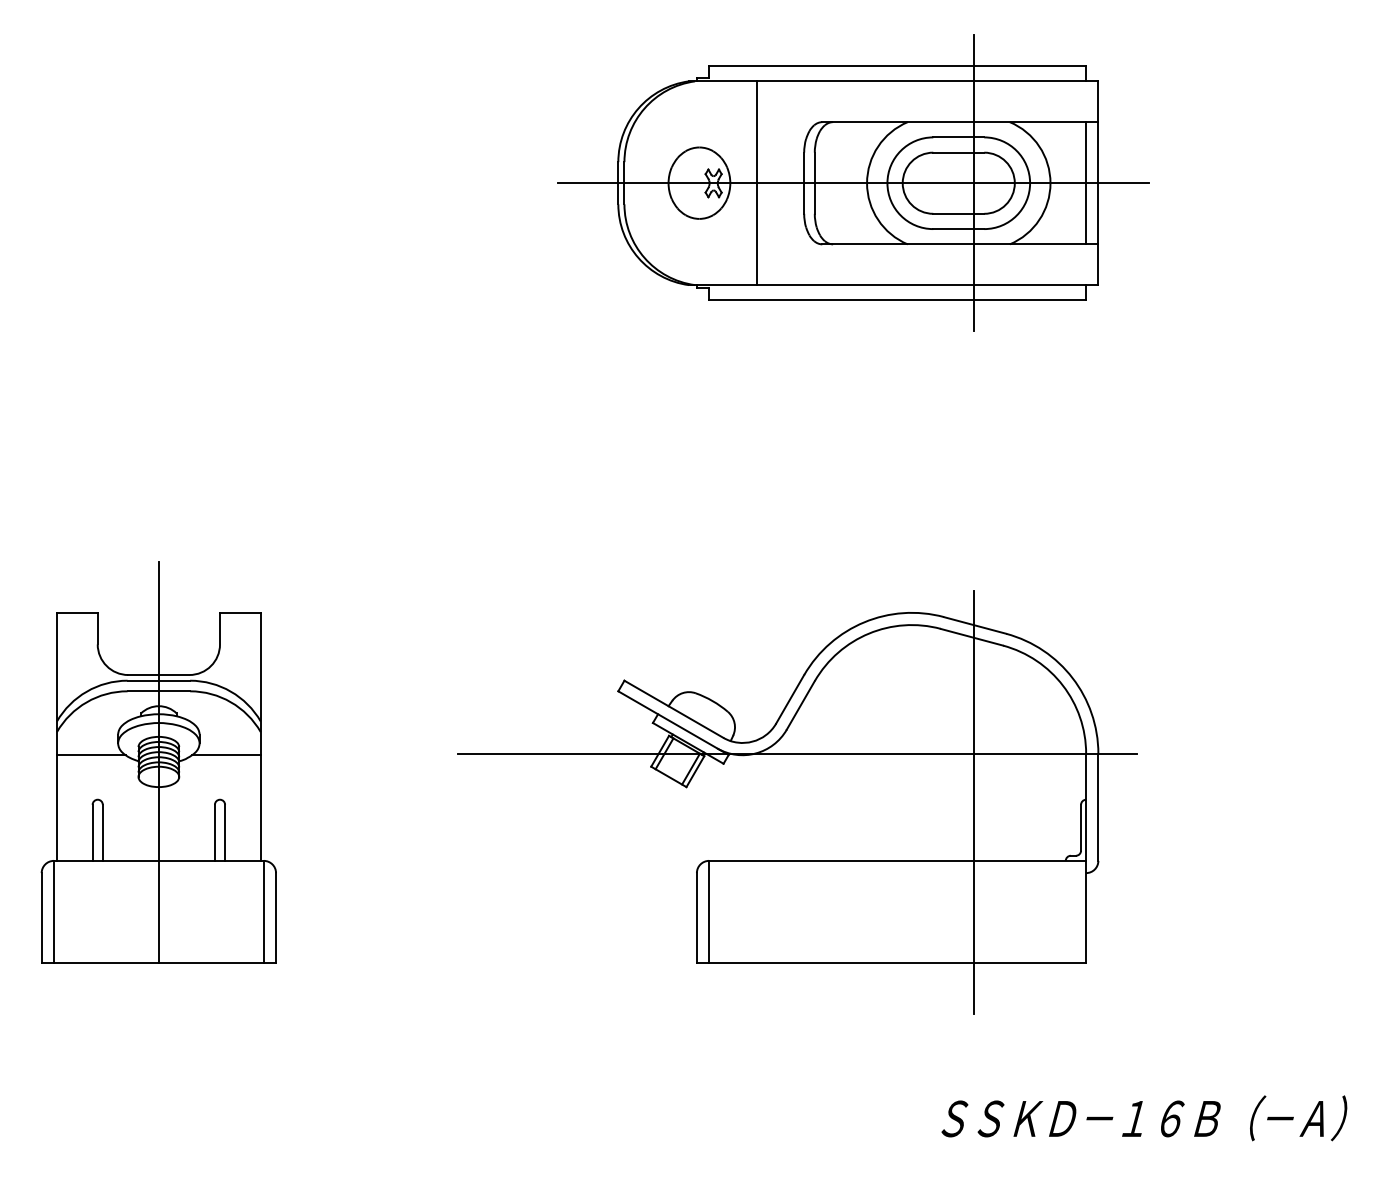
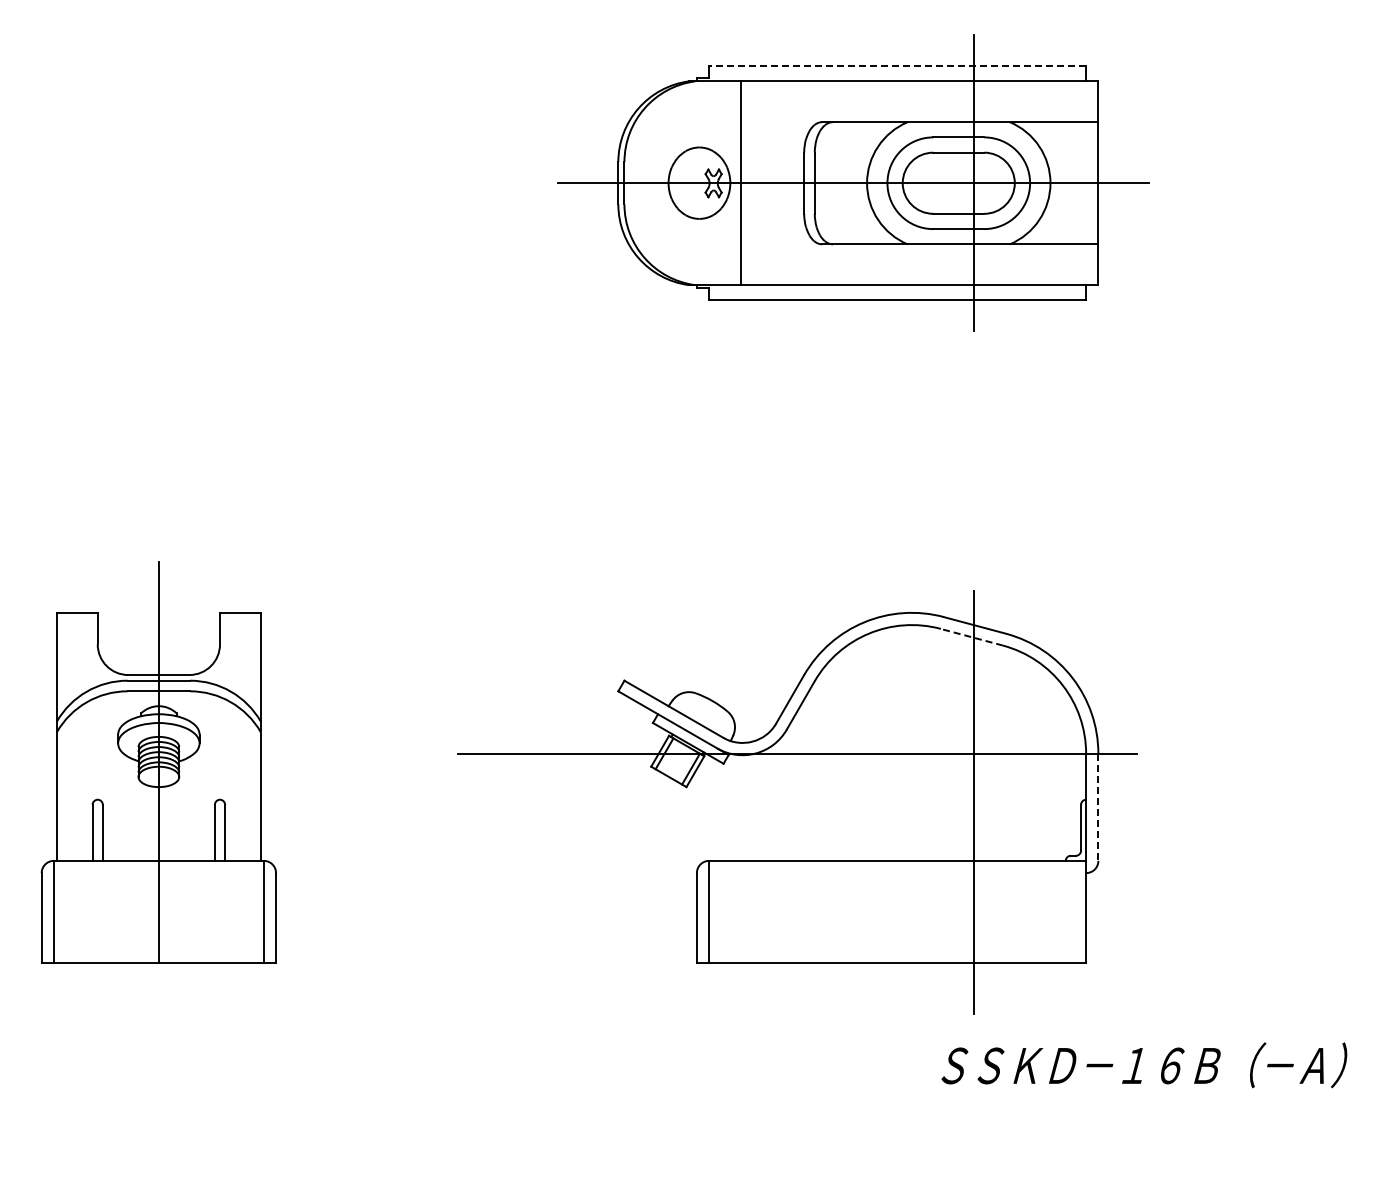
line at (897, 66): solid -> dashed
line at (756, 183) position: (756, 183) -> (740, 183)
line at (1086, 183): present -> none
line at (971, 637): solid -> dashed
line at (90, 755): present -> none
line at (226, 755): present -> none
line at (1098, 807): solid -> dashed
text at (1144, 1118) position: (1144, 1118) -> (1144, 1065)
